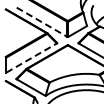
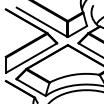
line at (42, 22): dashed -> solid
line at (32, 57): dashed -> solid
